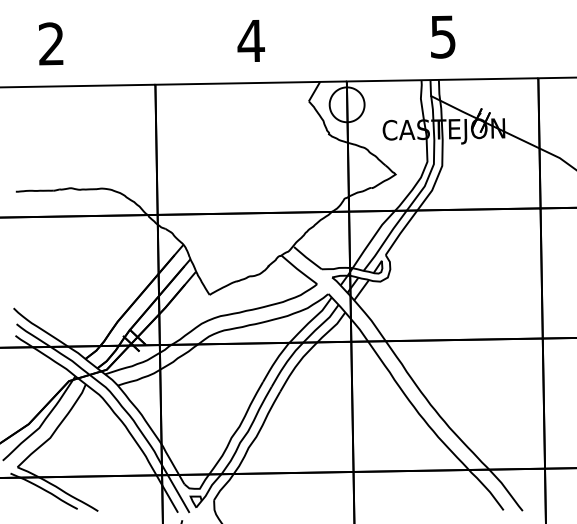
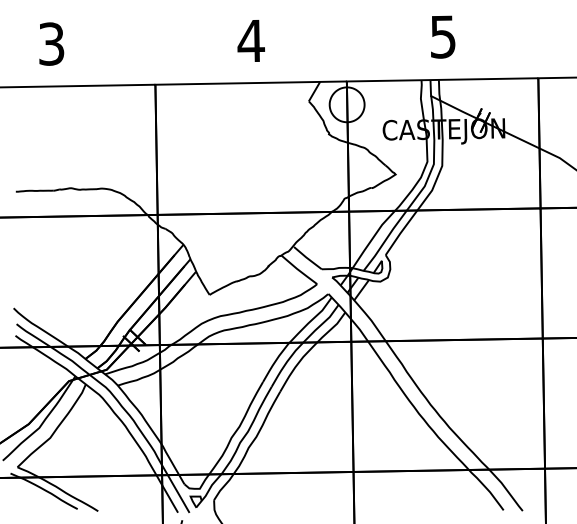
text at (51, 43): 2 -> 3
